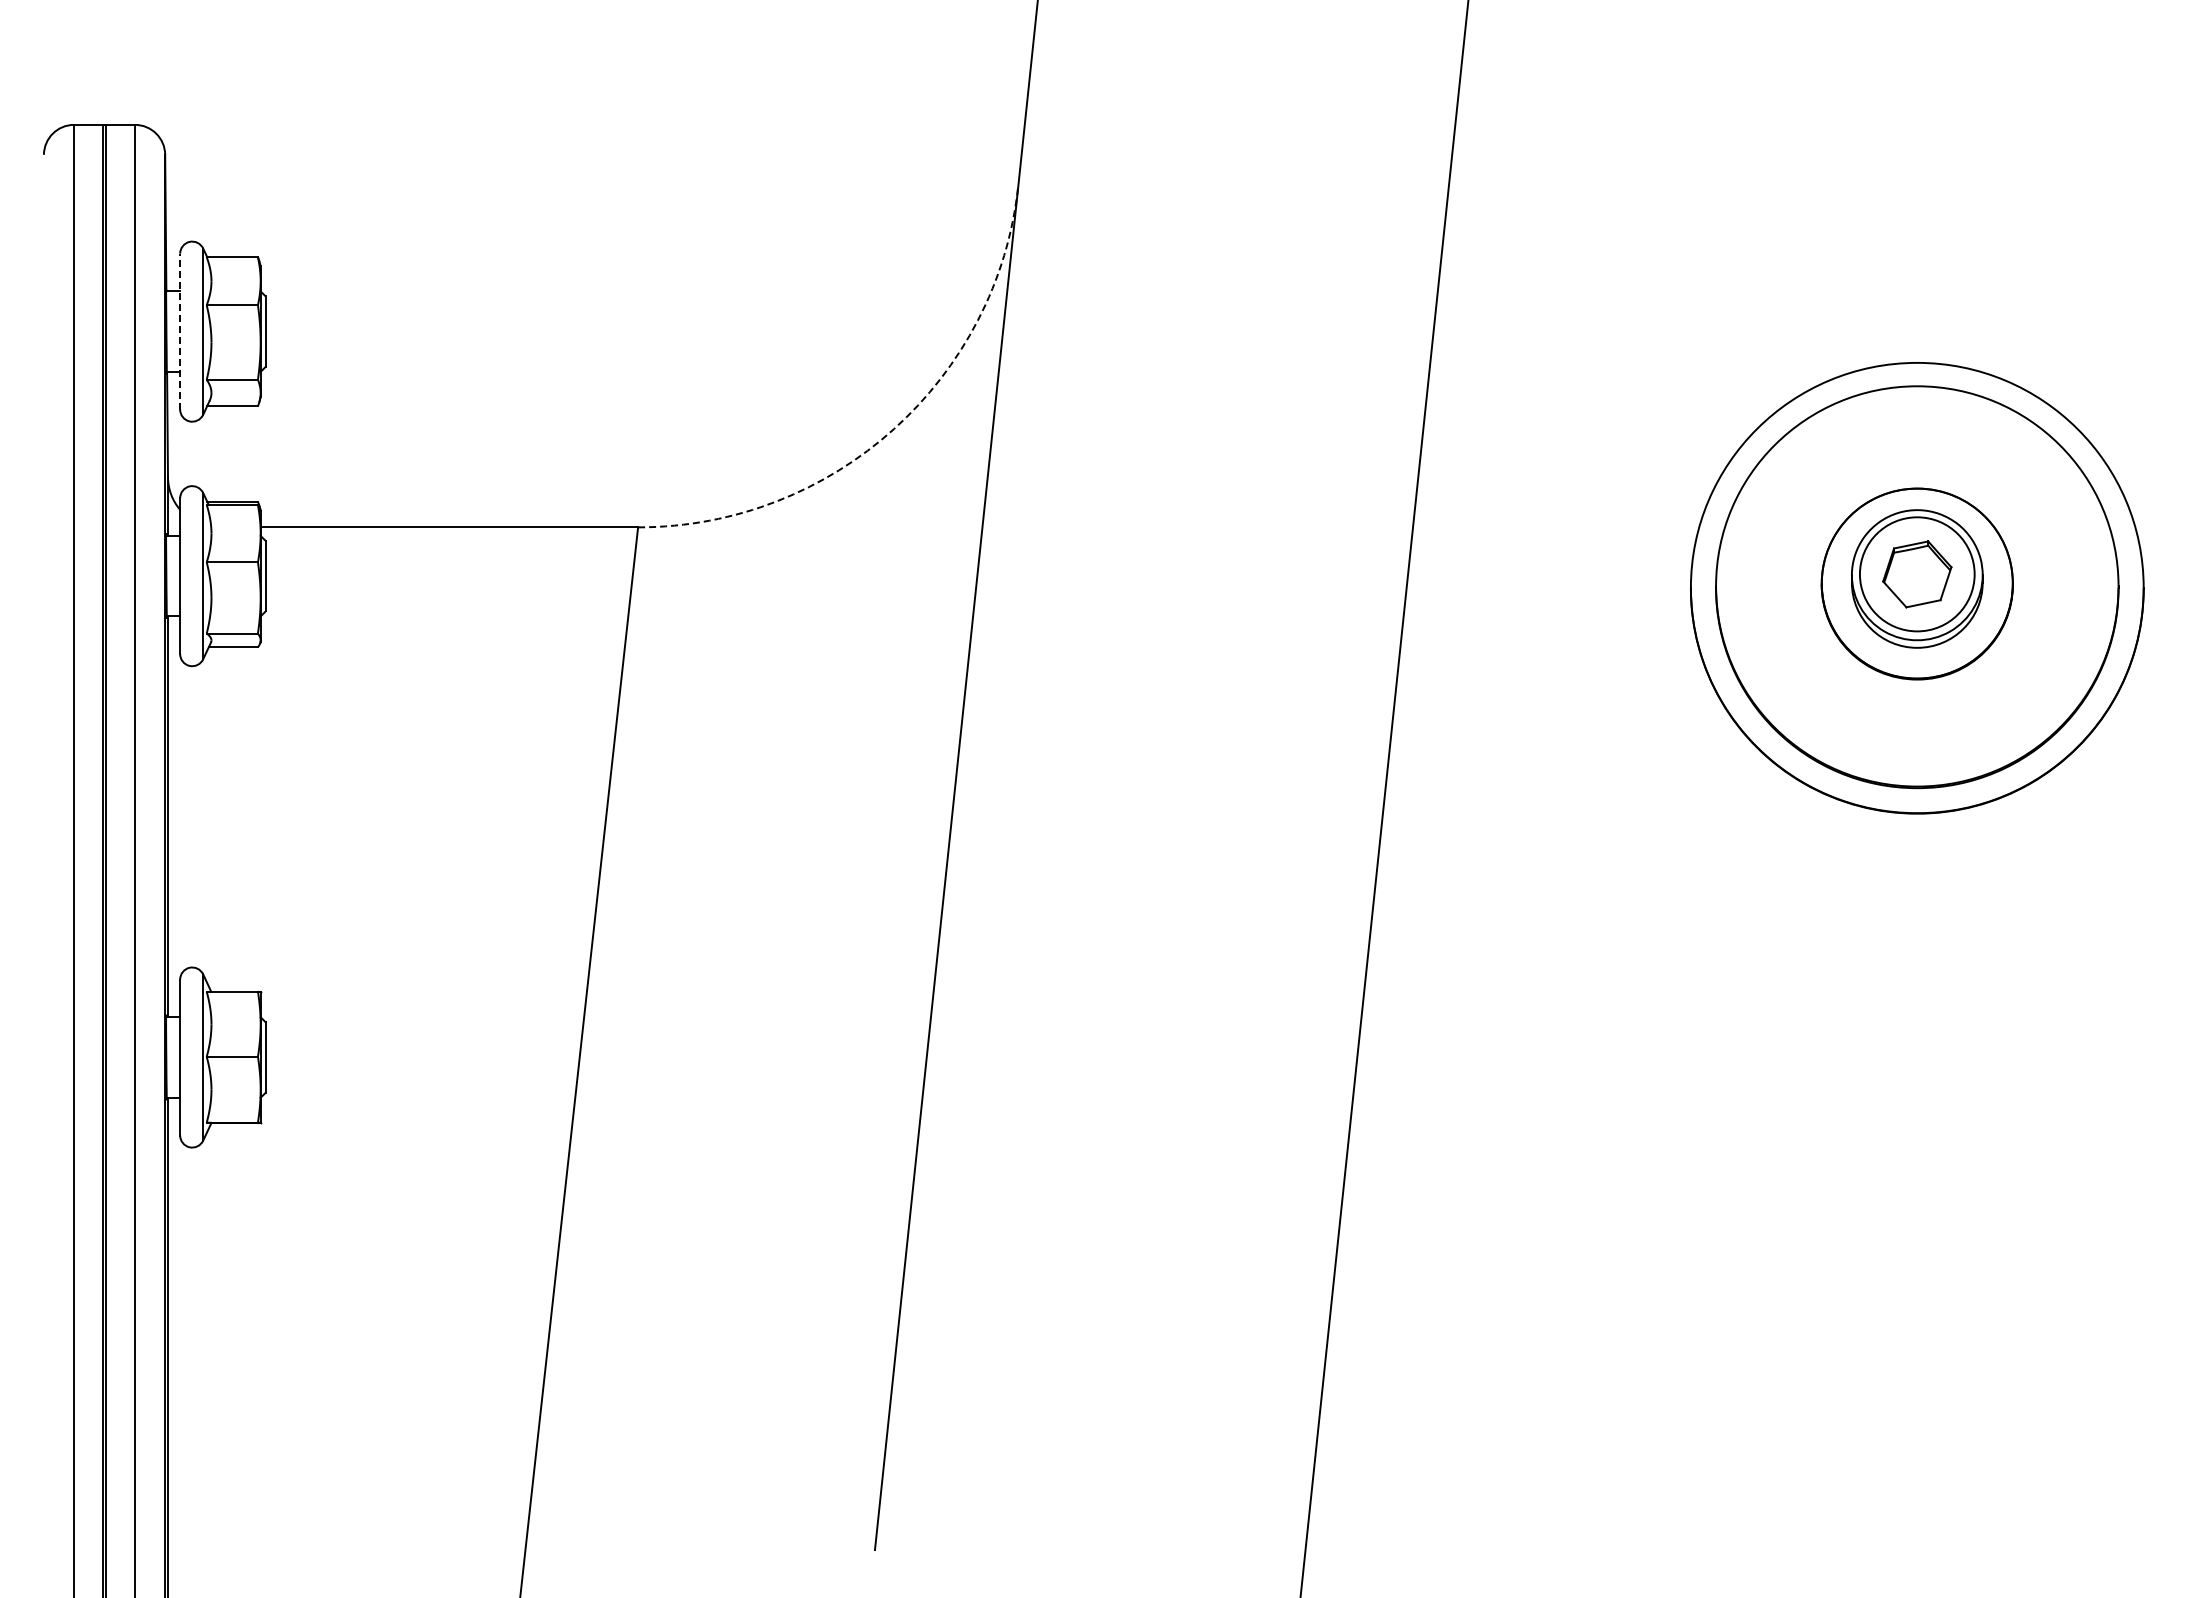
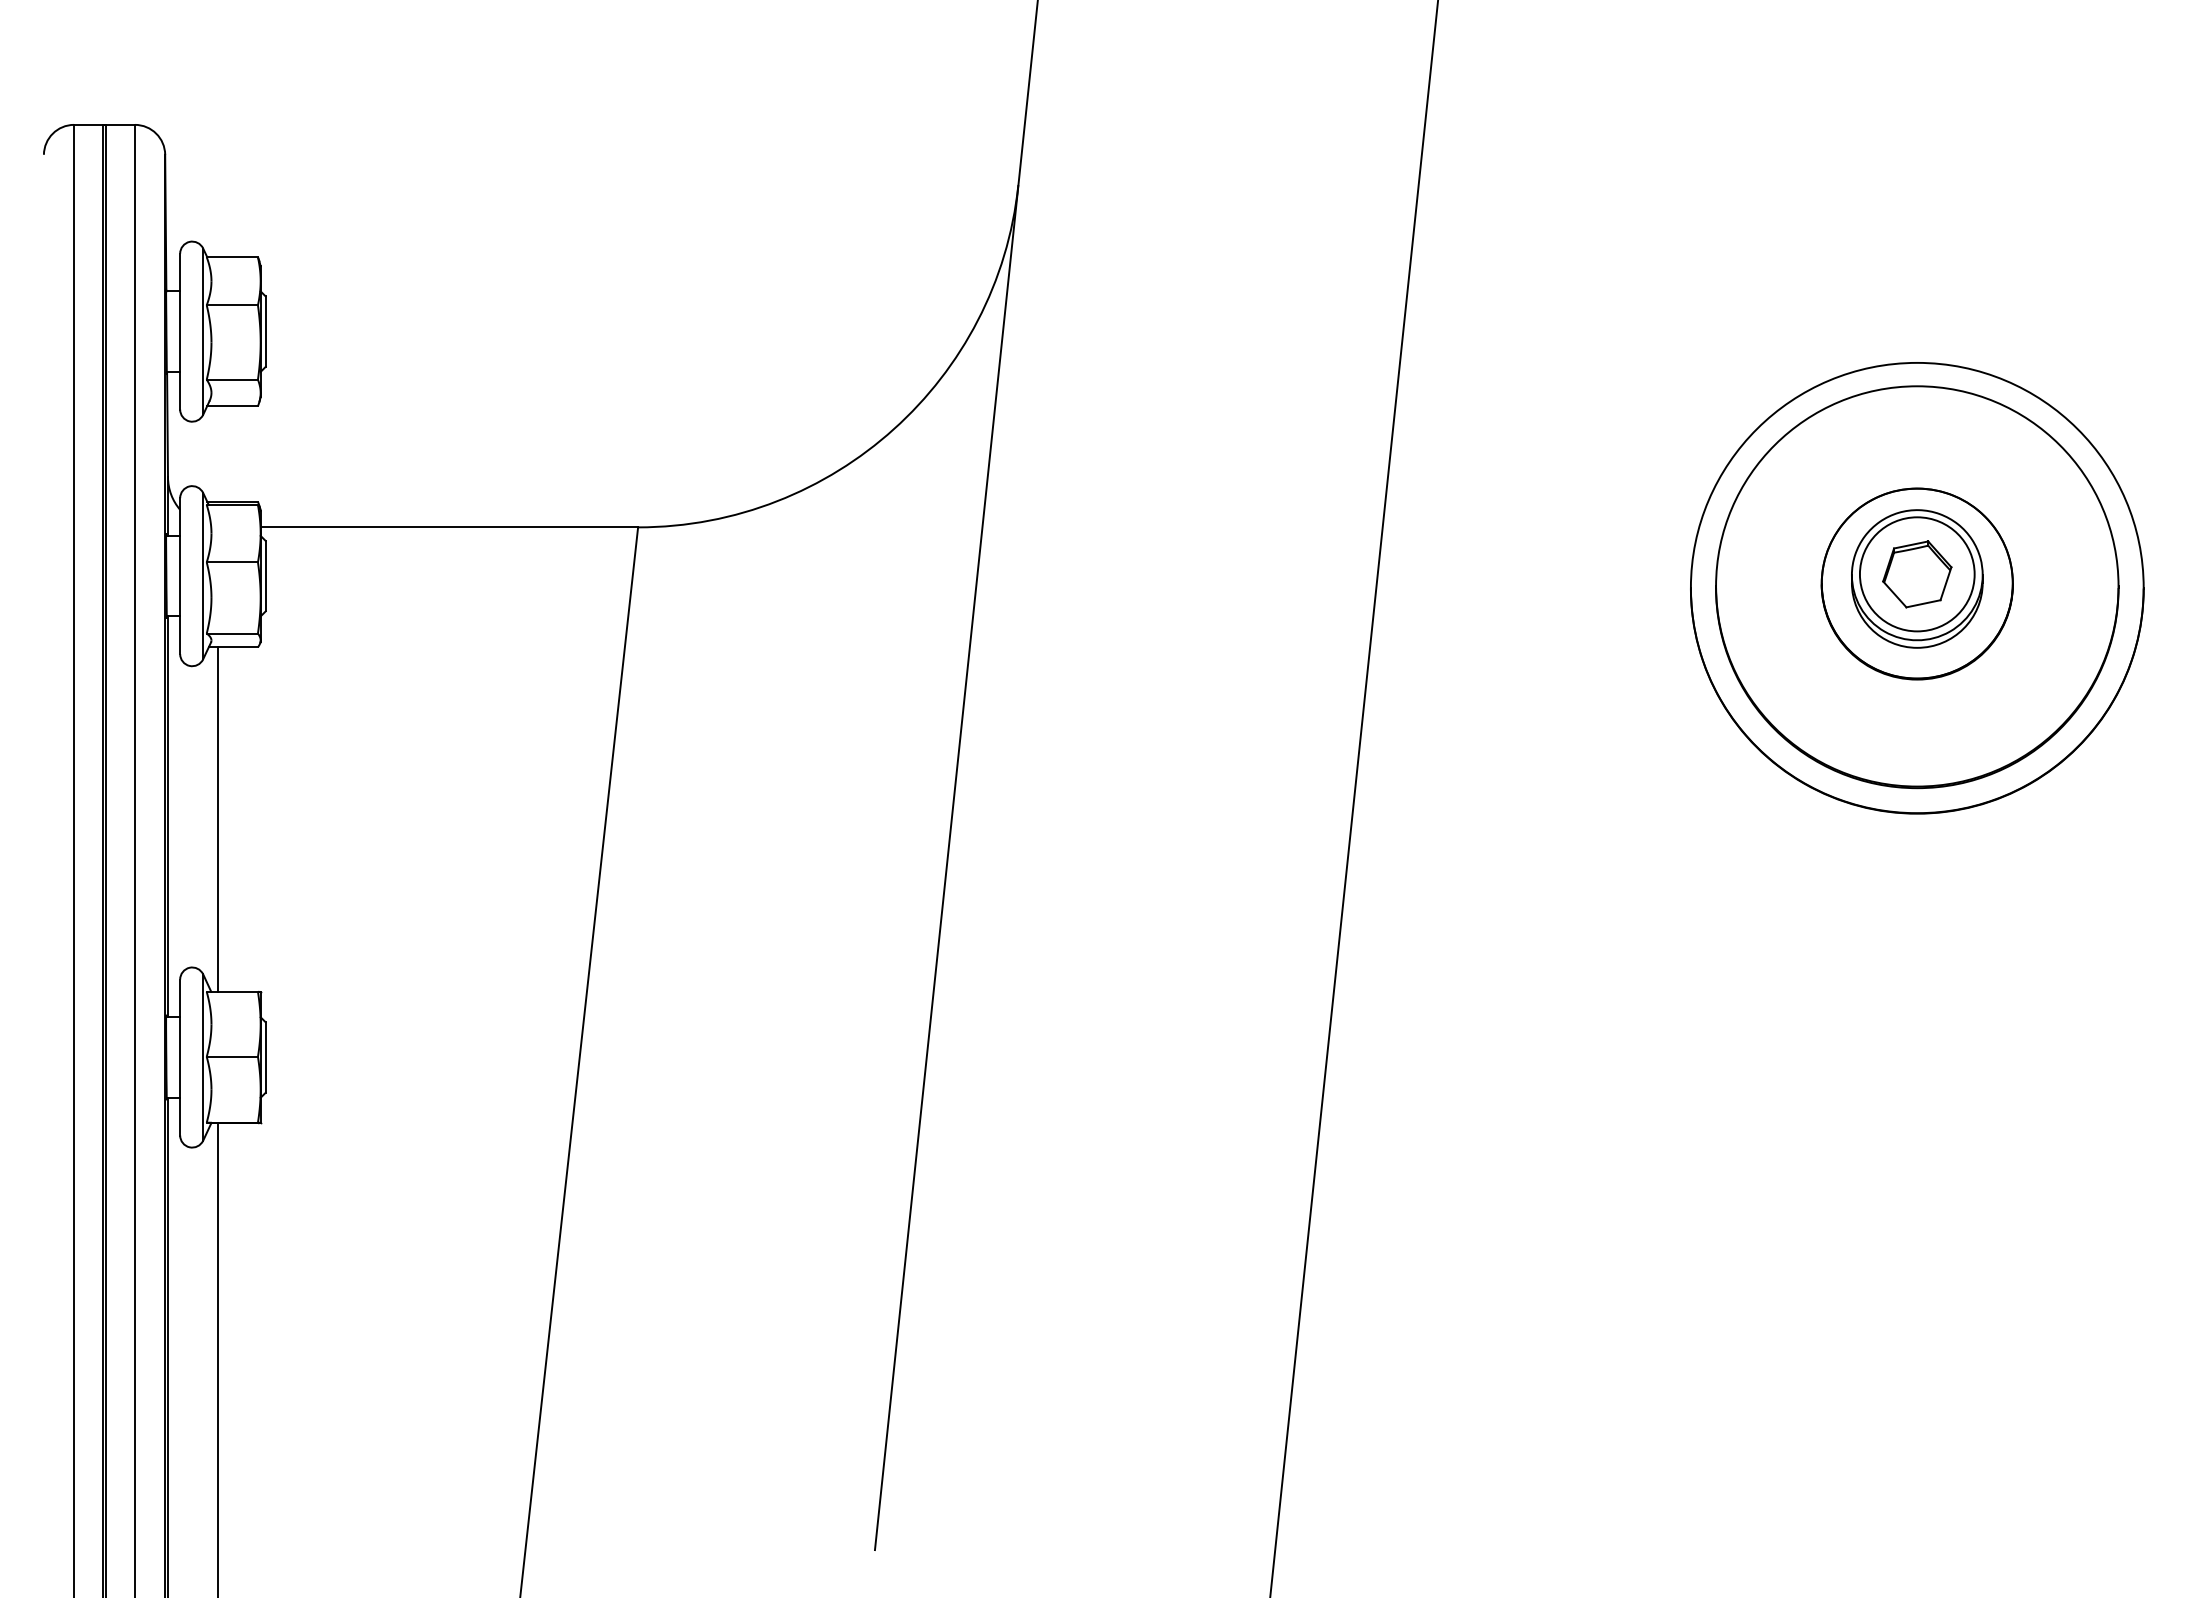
line at (180, 331): dashed -> solid
arc at (893, 429): dashed -> solid
line at (1384, 798) position: (1384, 798) -> (1353, 798)
line at (218, 819): none -> present
line at (218, 1358): none -> present
